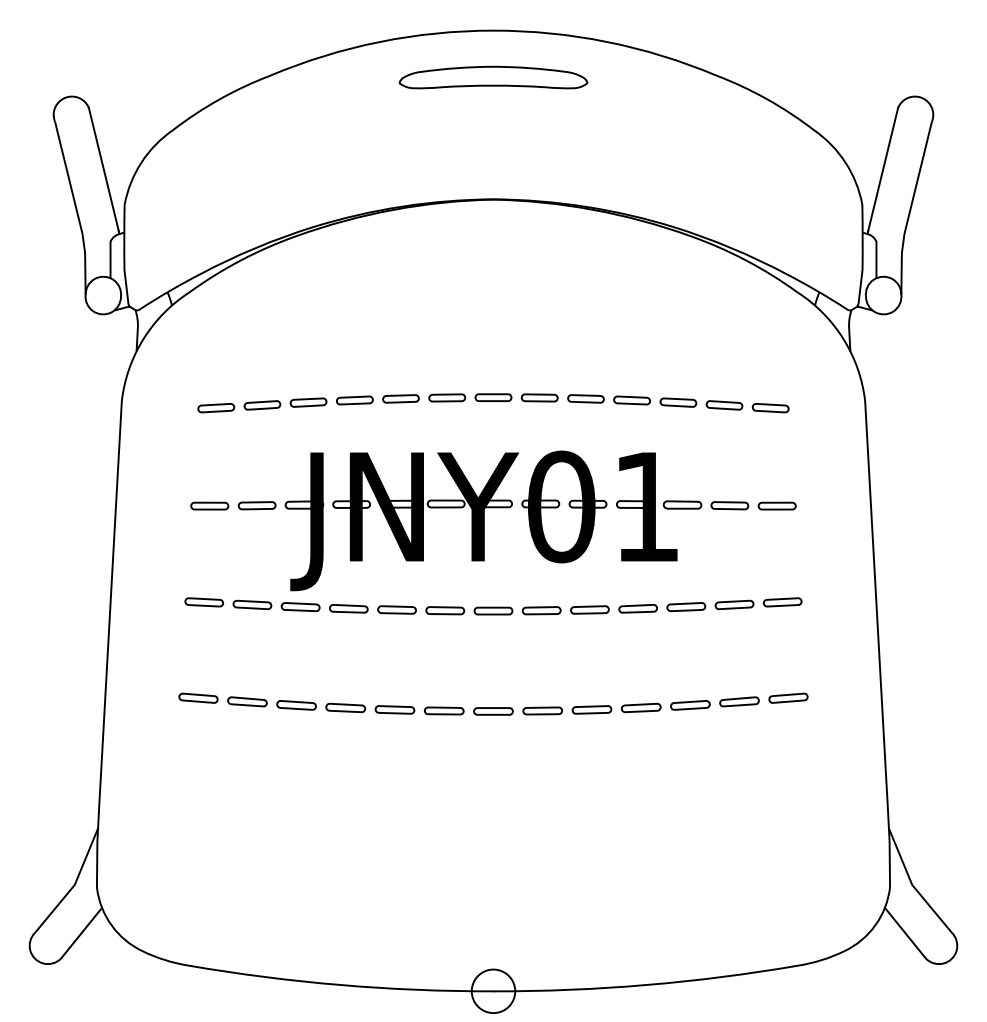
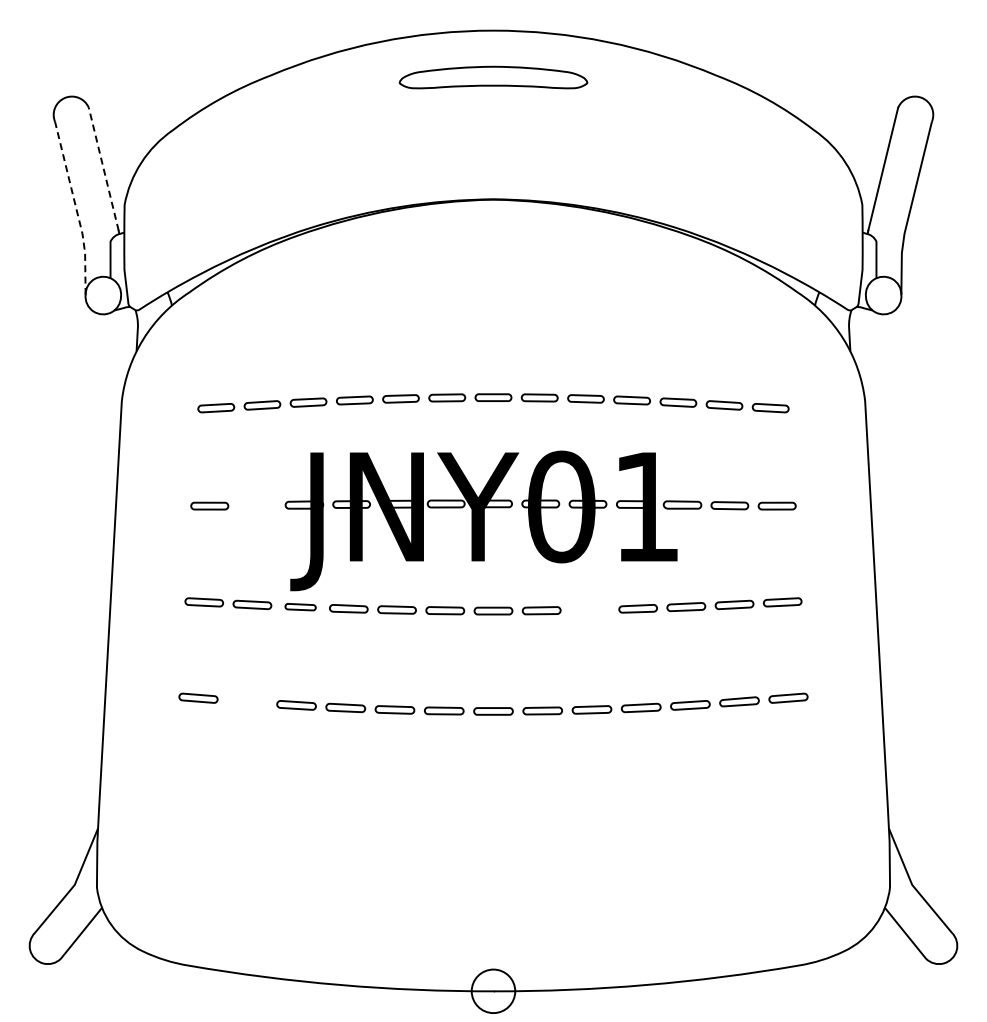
line at (103, 168): solid -> dashed
line at (76, 208): solid -> dashed
part at (256, 505): present -> none
part at (300, 607) size: 41x11 px -> 33x9 px
part at (589, 609): present -> none
part at (247, 701): present -> none
